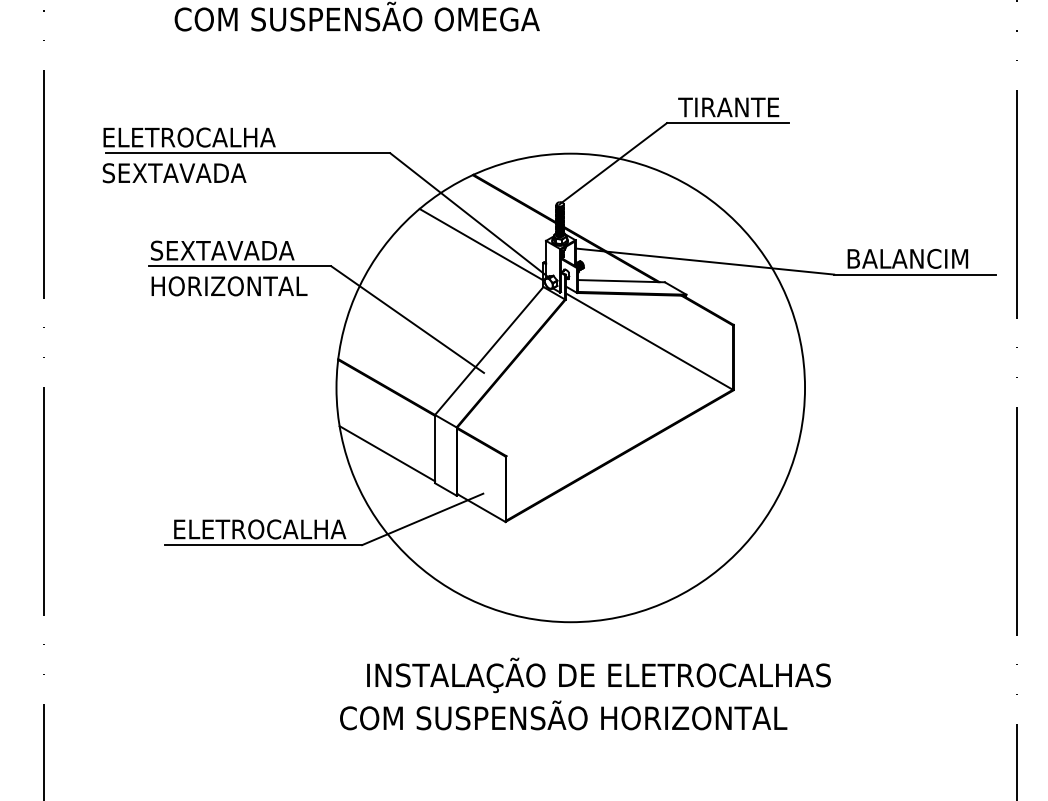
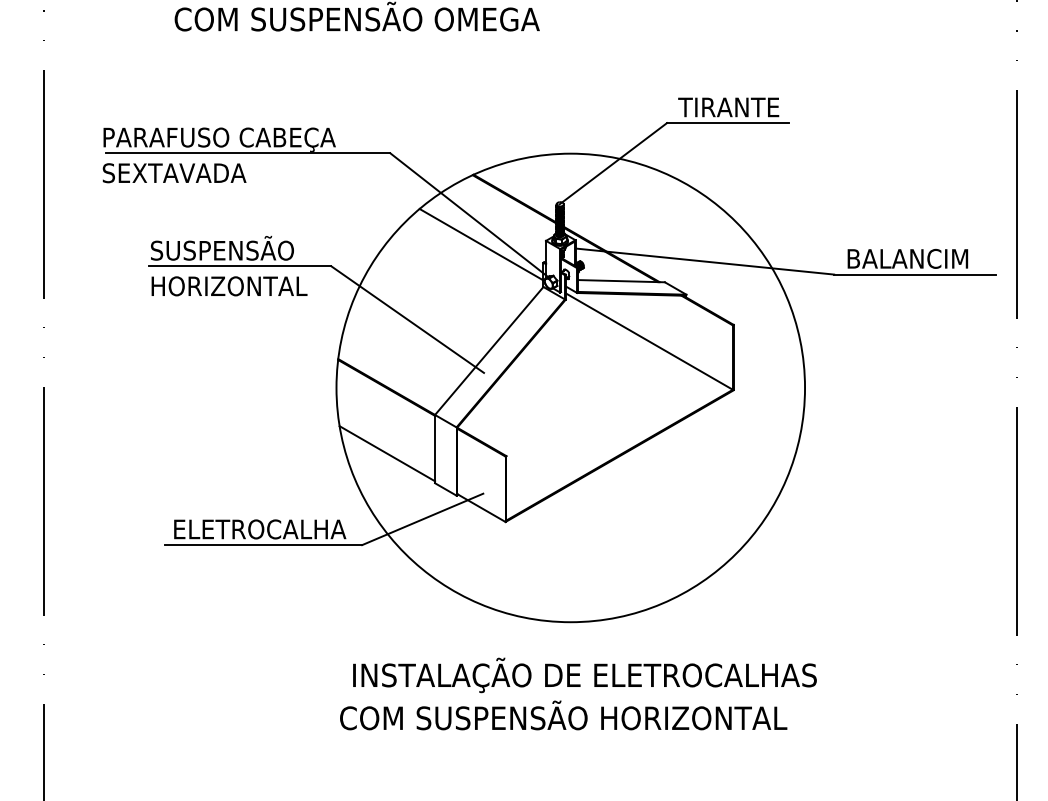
text at (220, 139): ELETROCALHA -> PARAFUSO CABEÇA
text at (230, 247): SEXTAVADA -> SUSPENSÃO
text at (598, 675) position: (598, 675) -> (584, 675)
